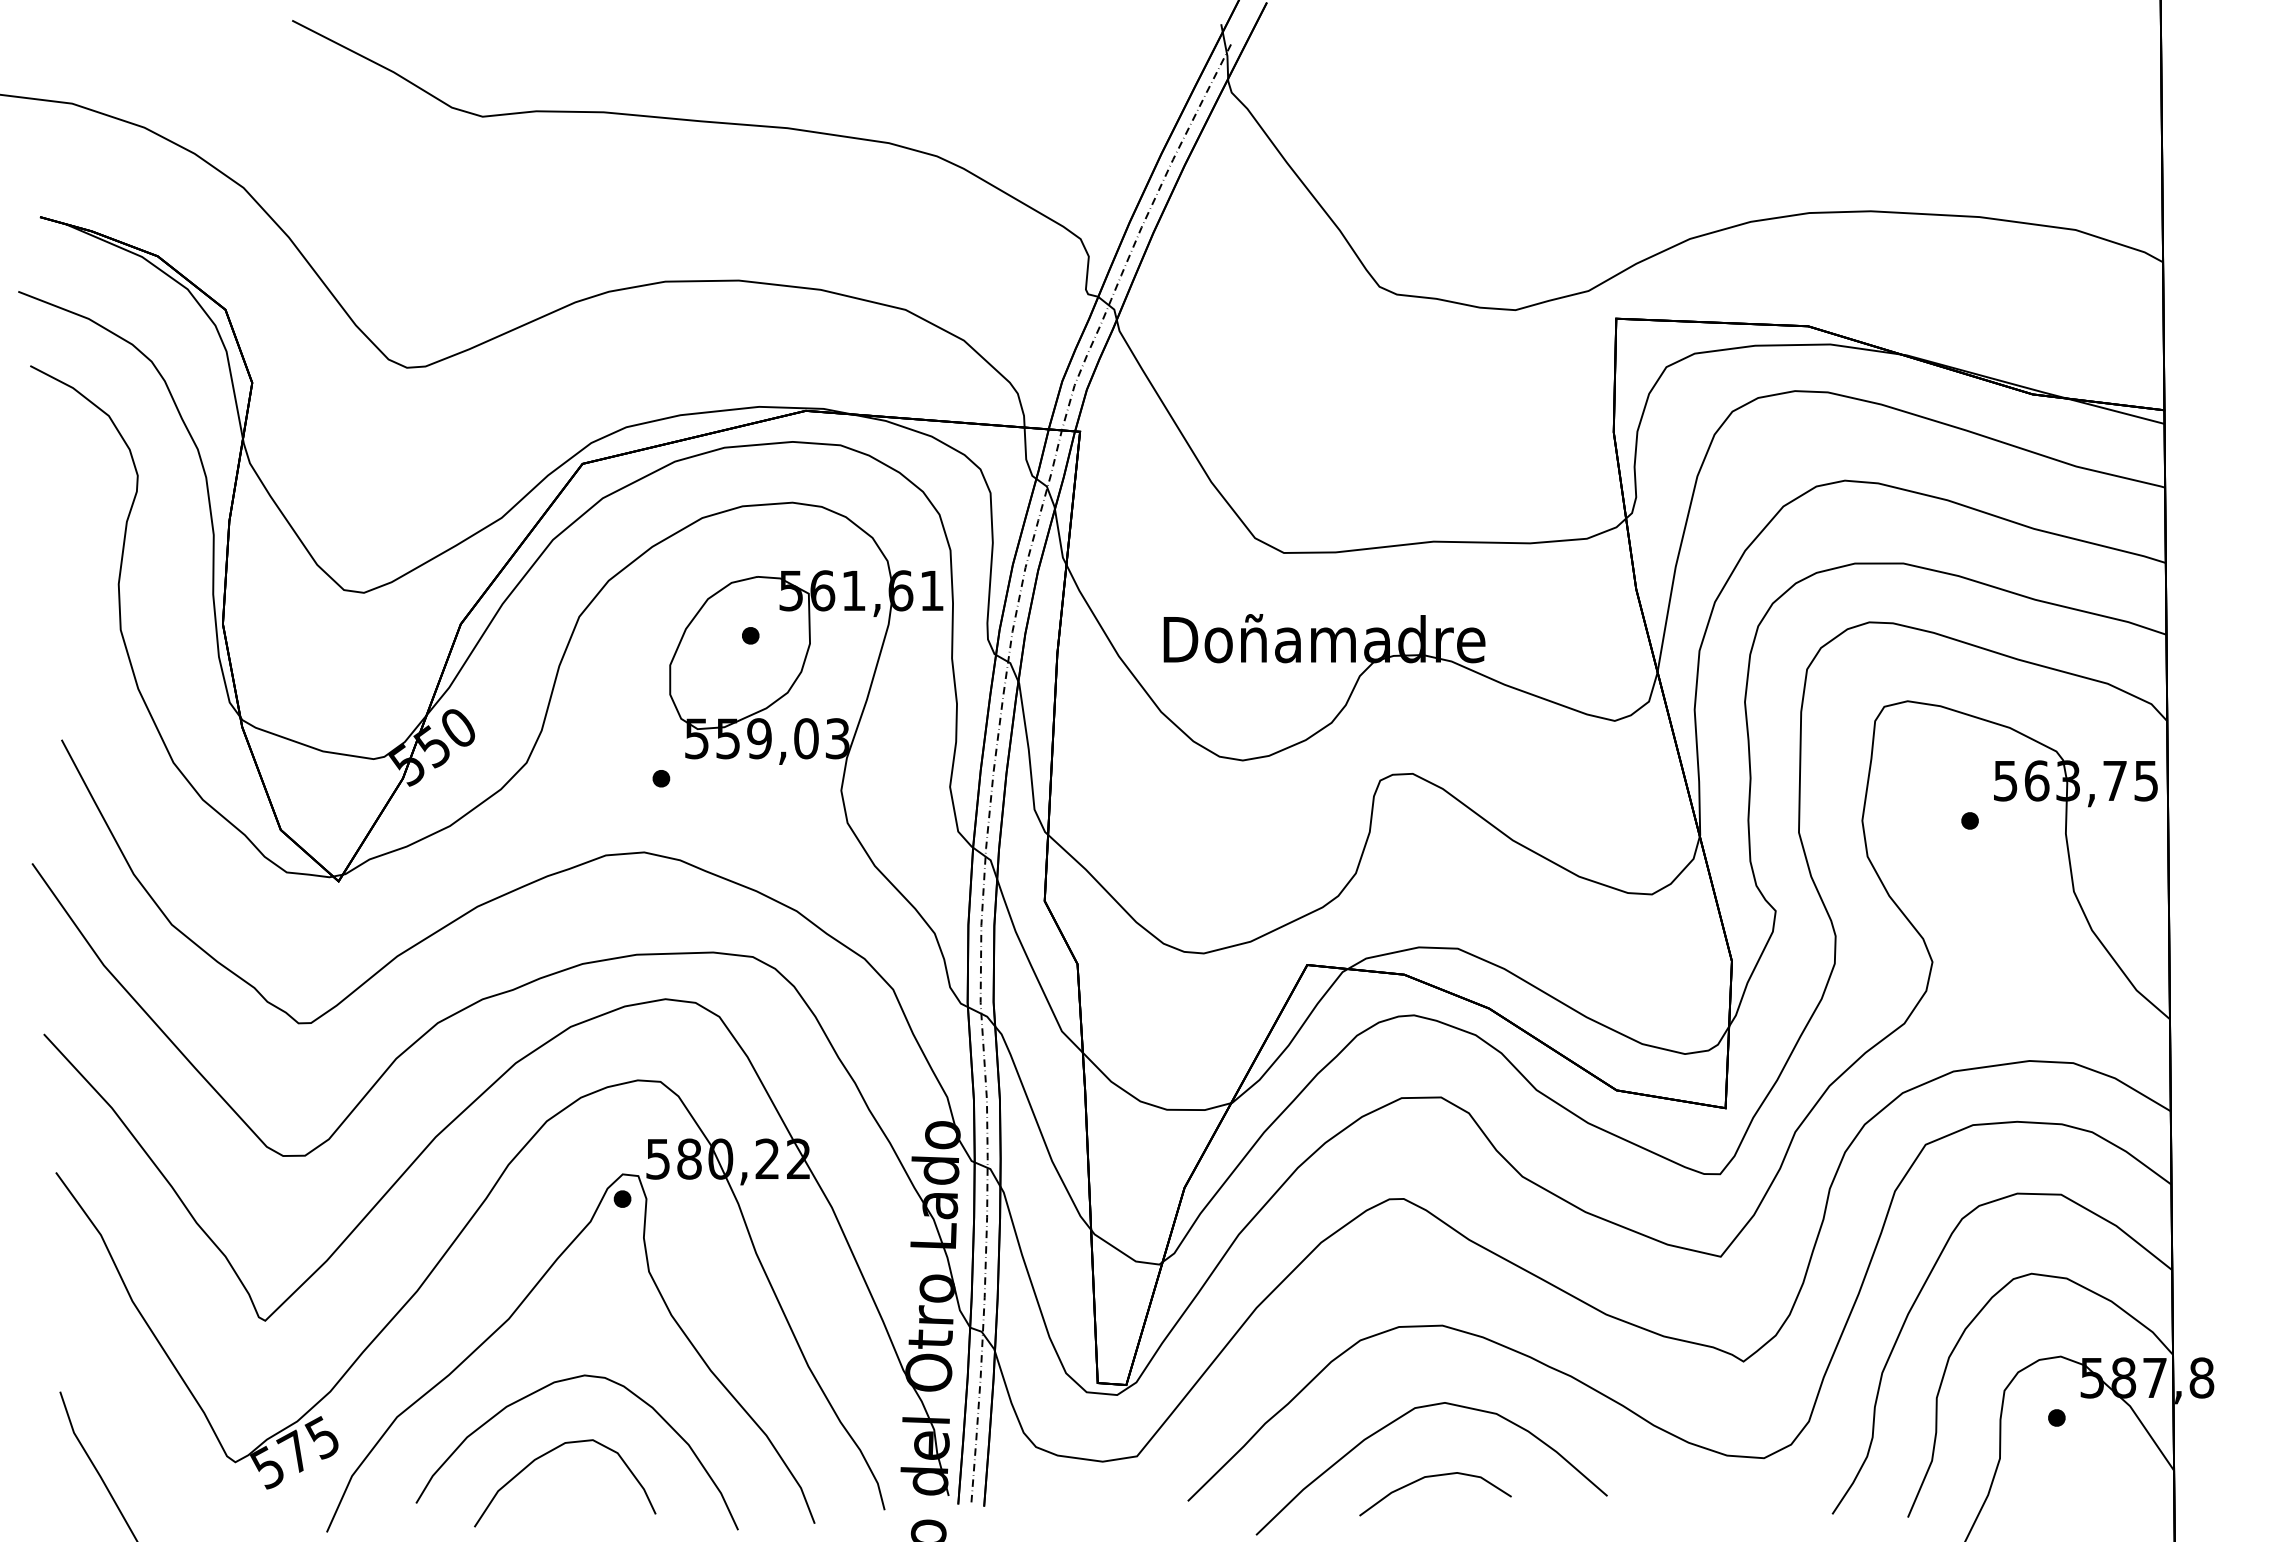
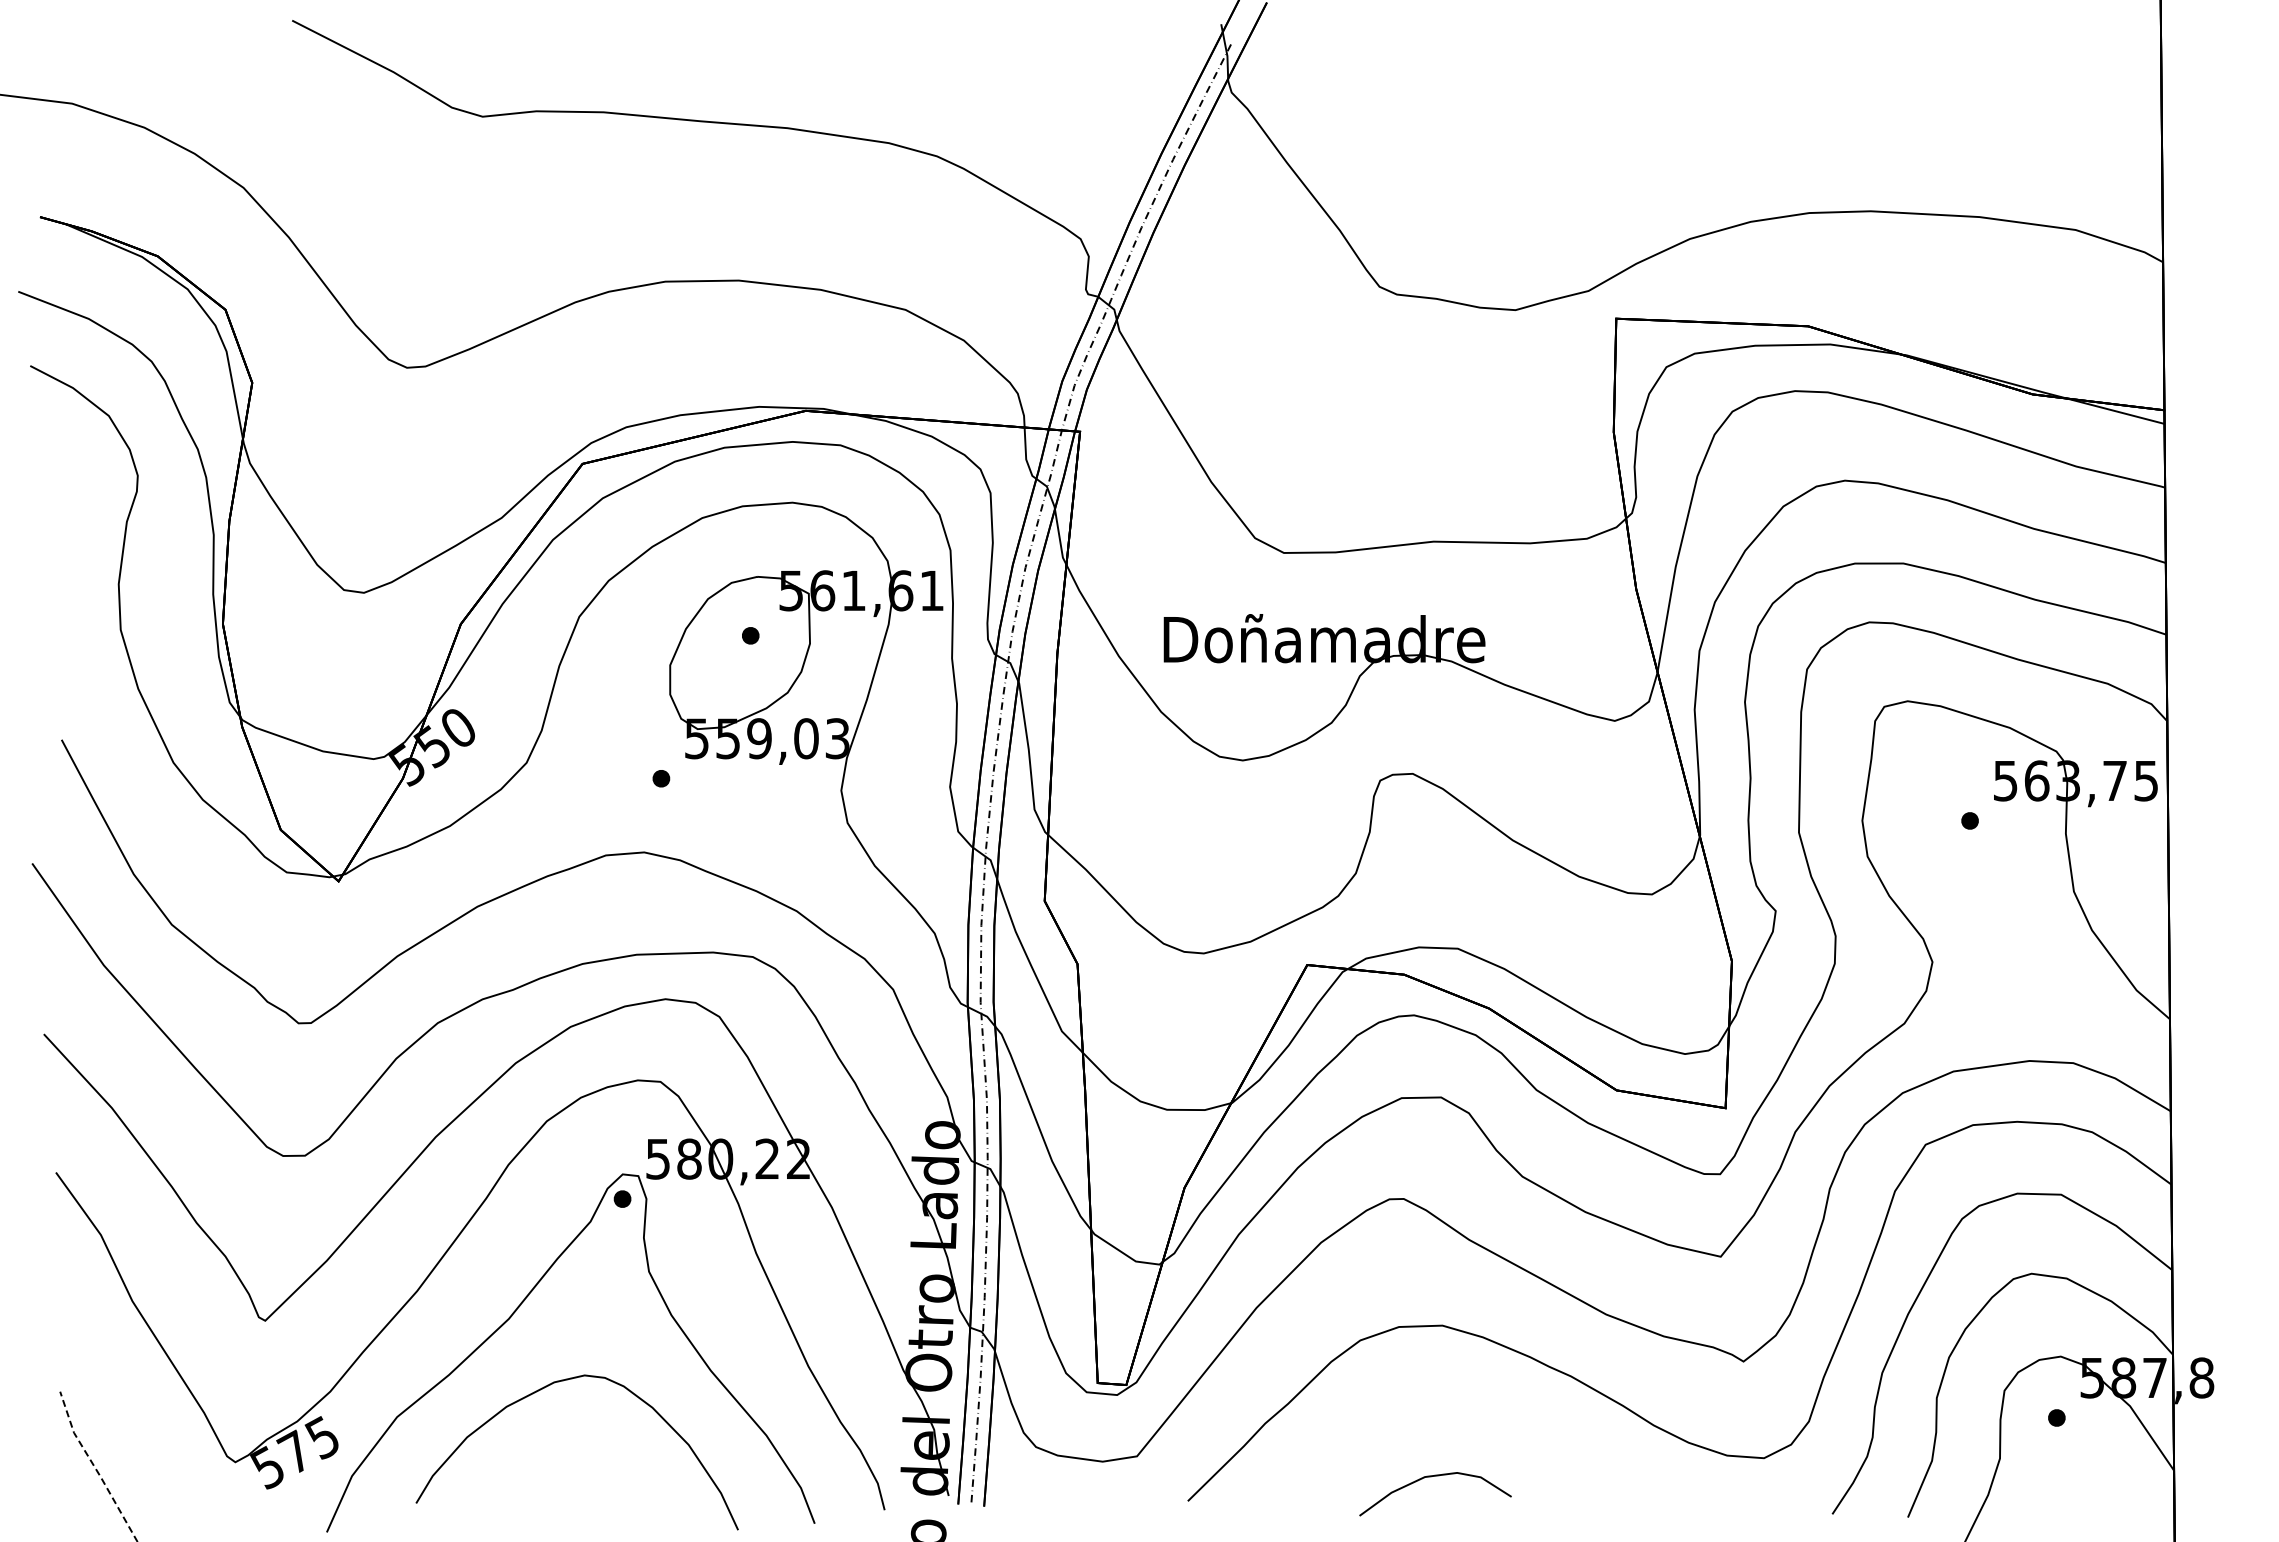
curve at (1402, 1417): present -> none
curve at (550, 1452): present -> none
line at (94, 1467): solid -> dashed
